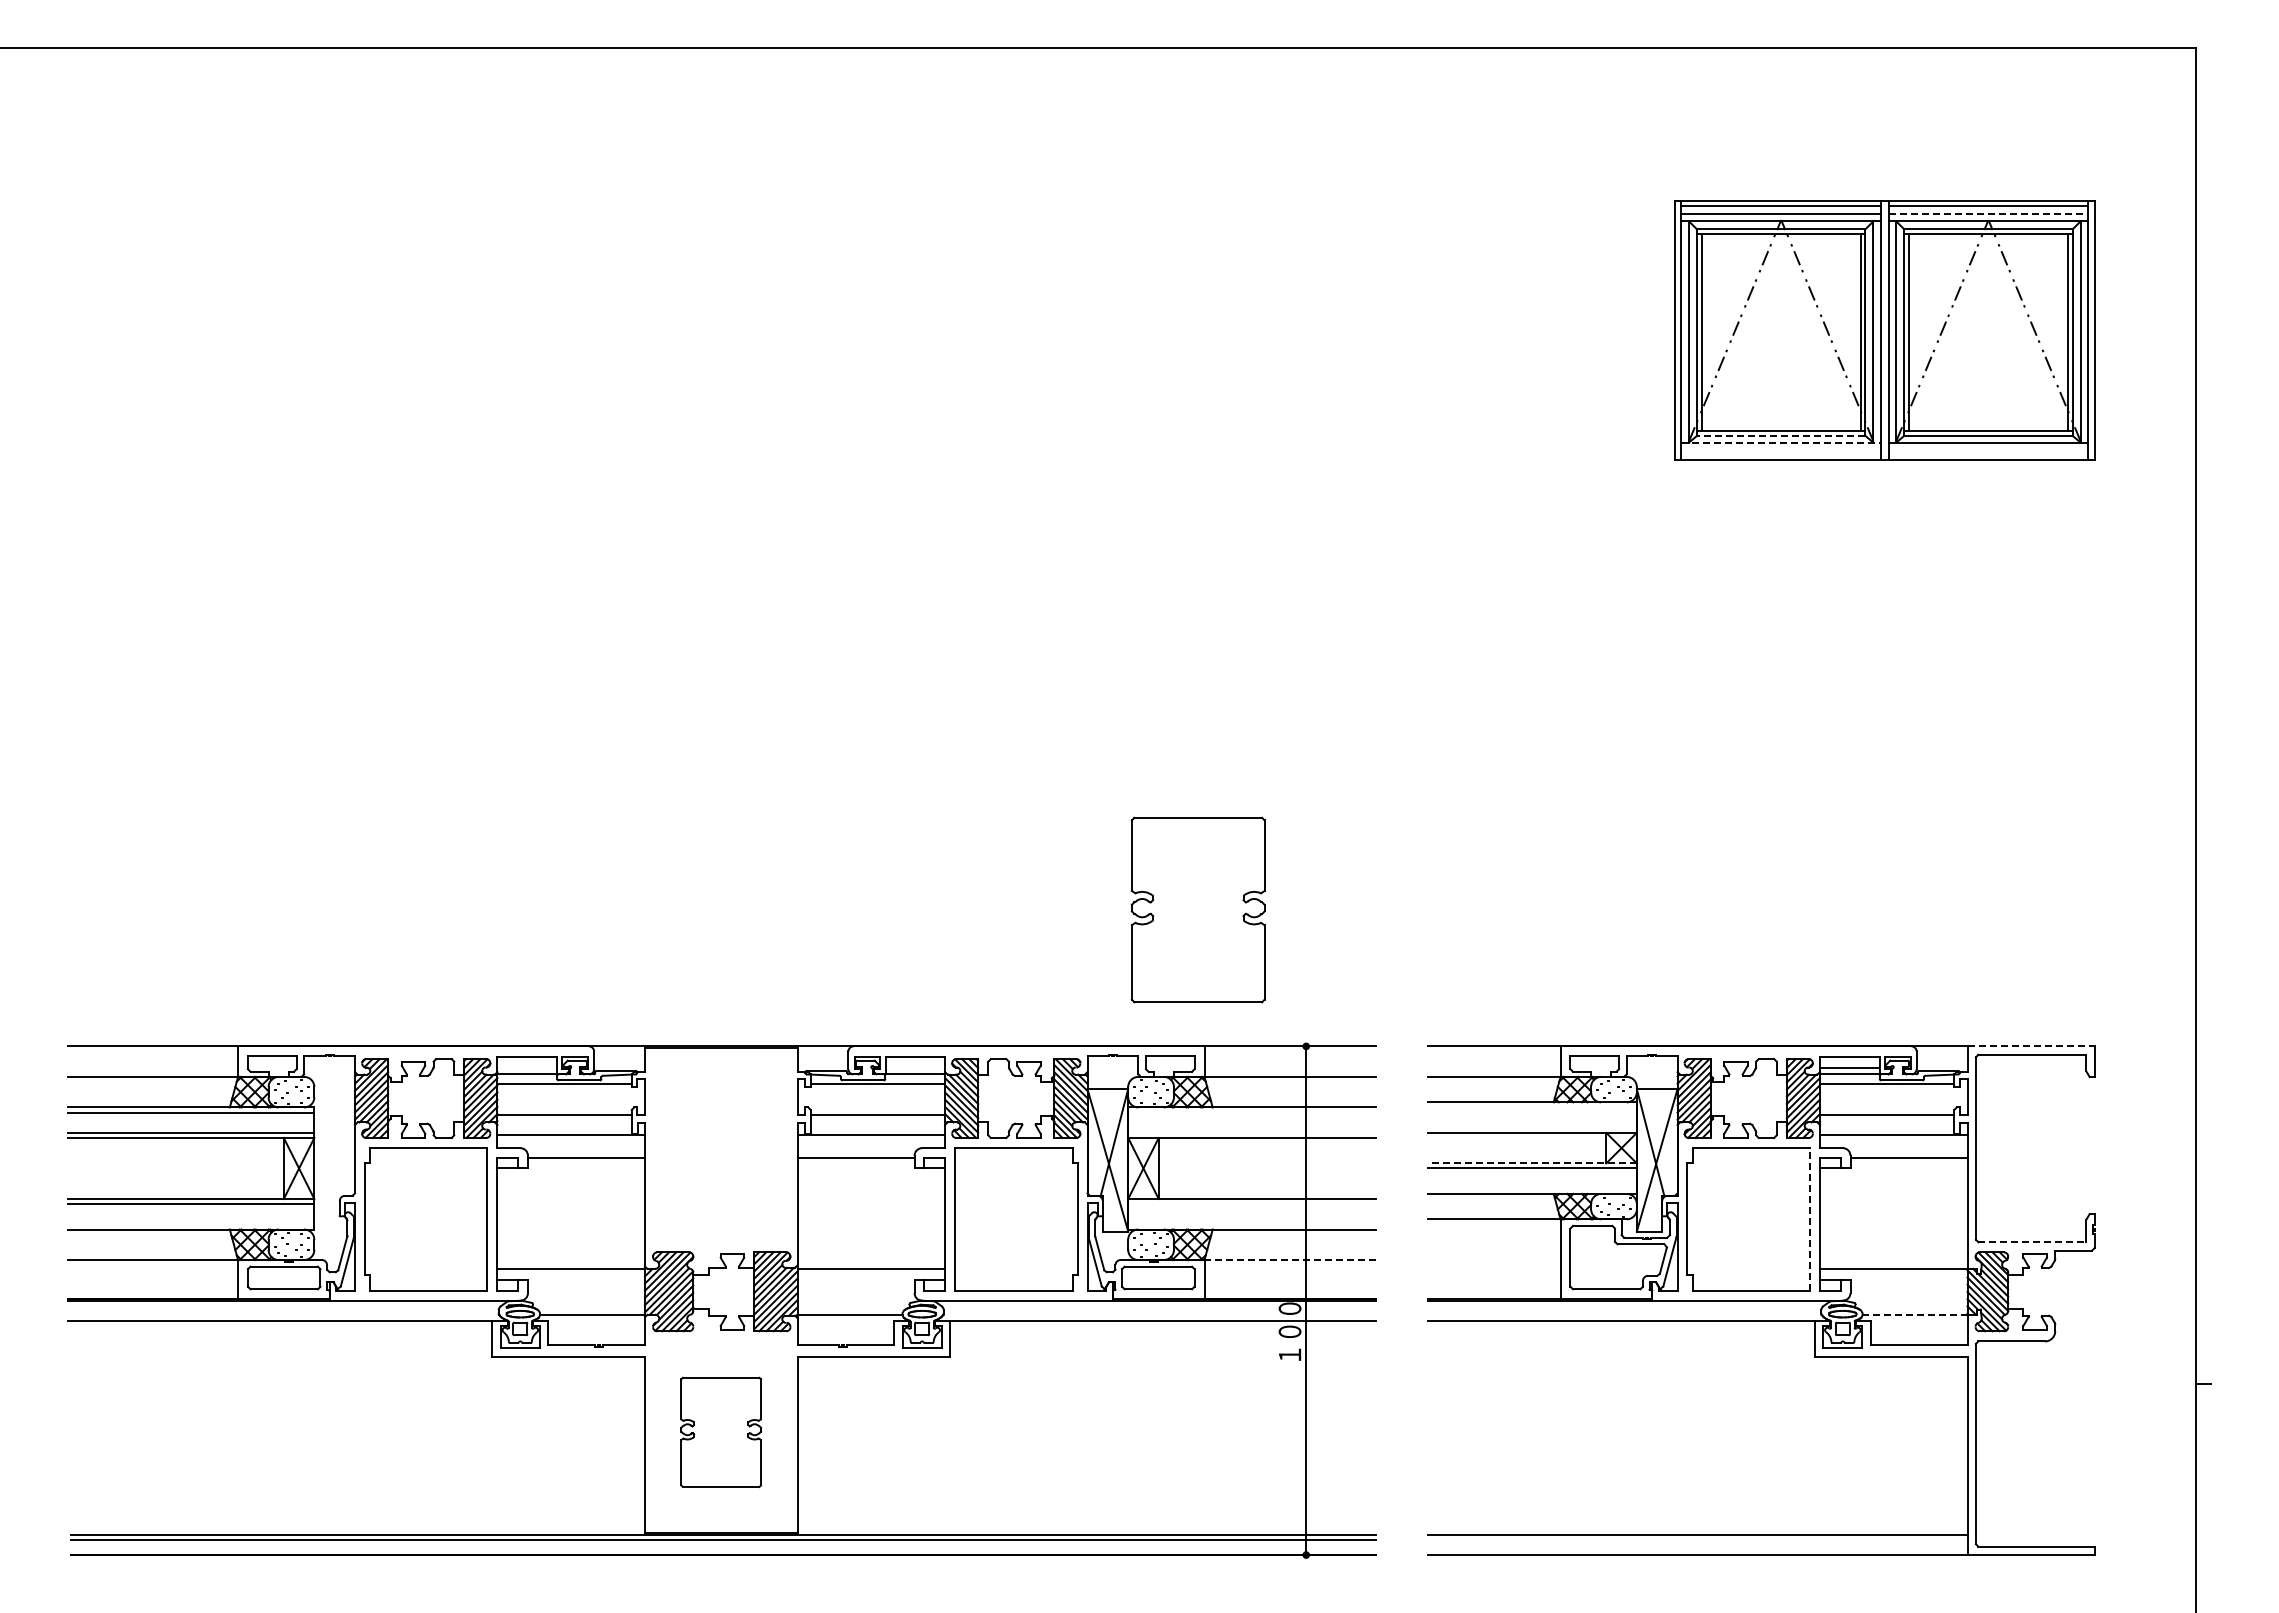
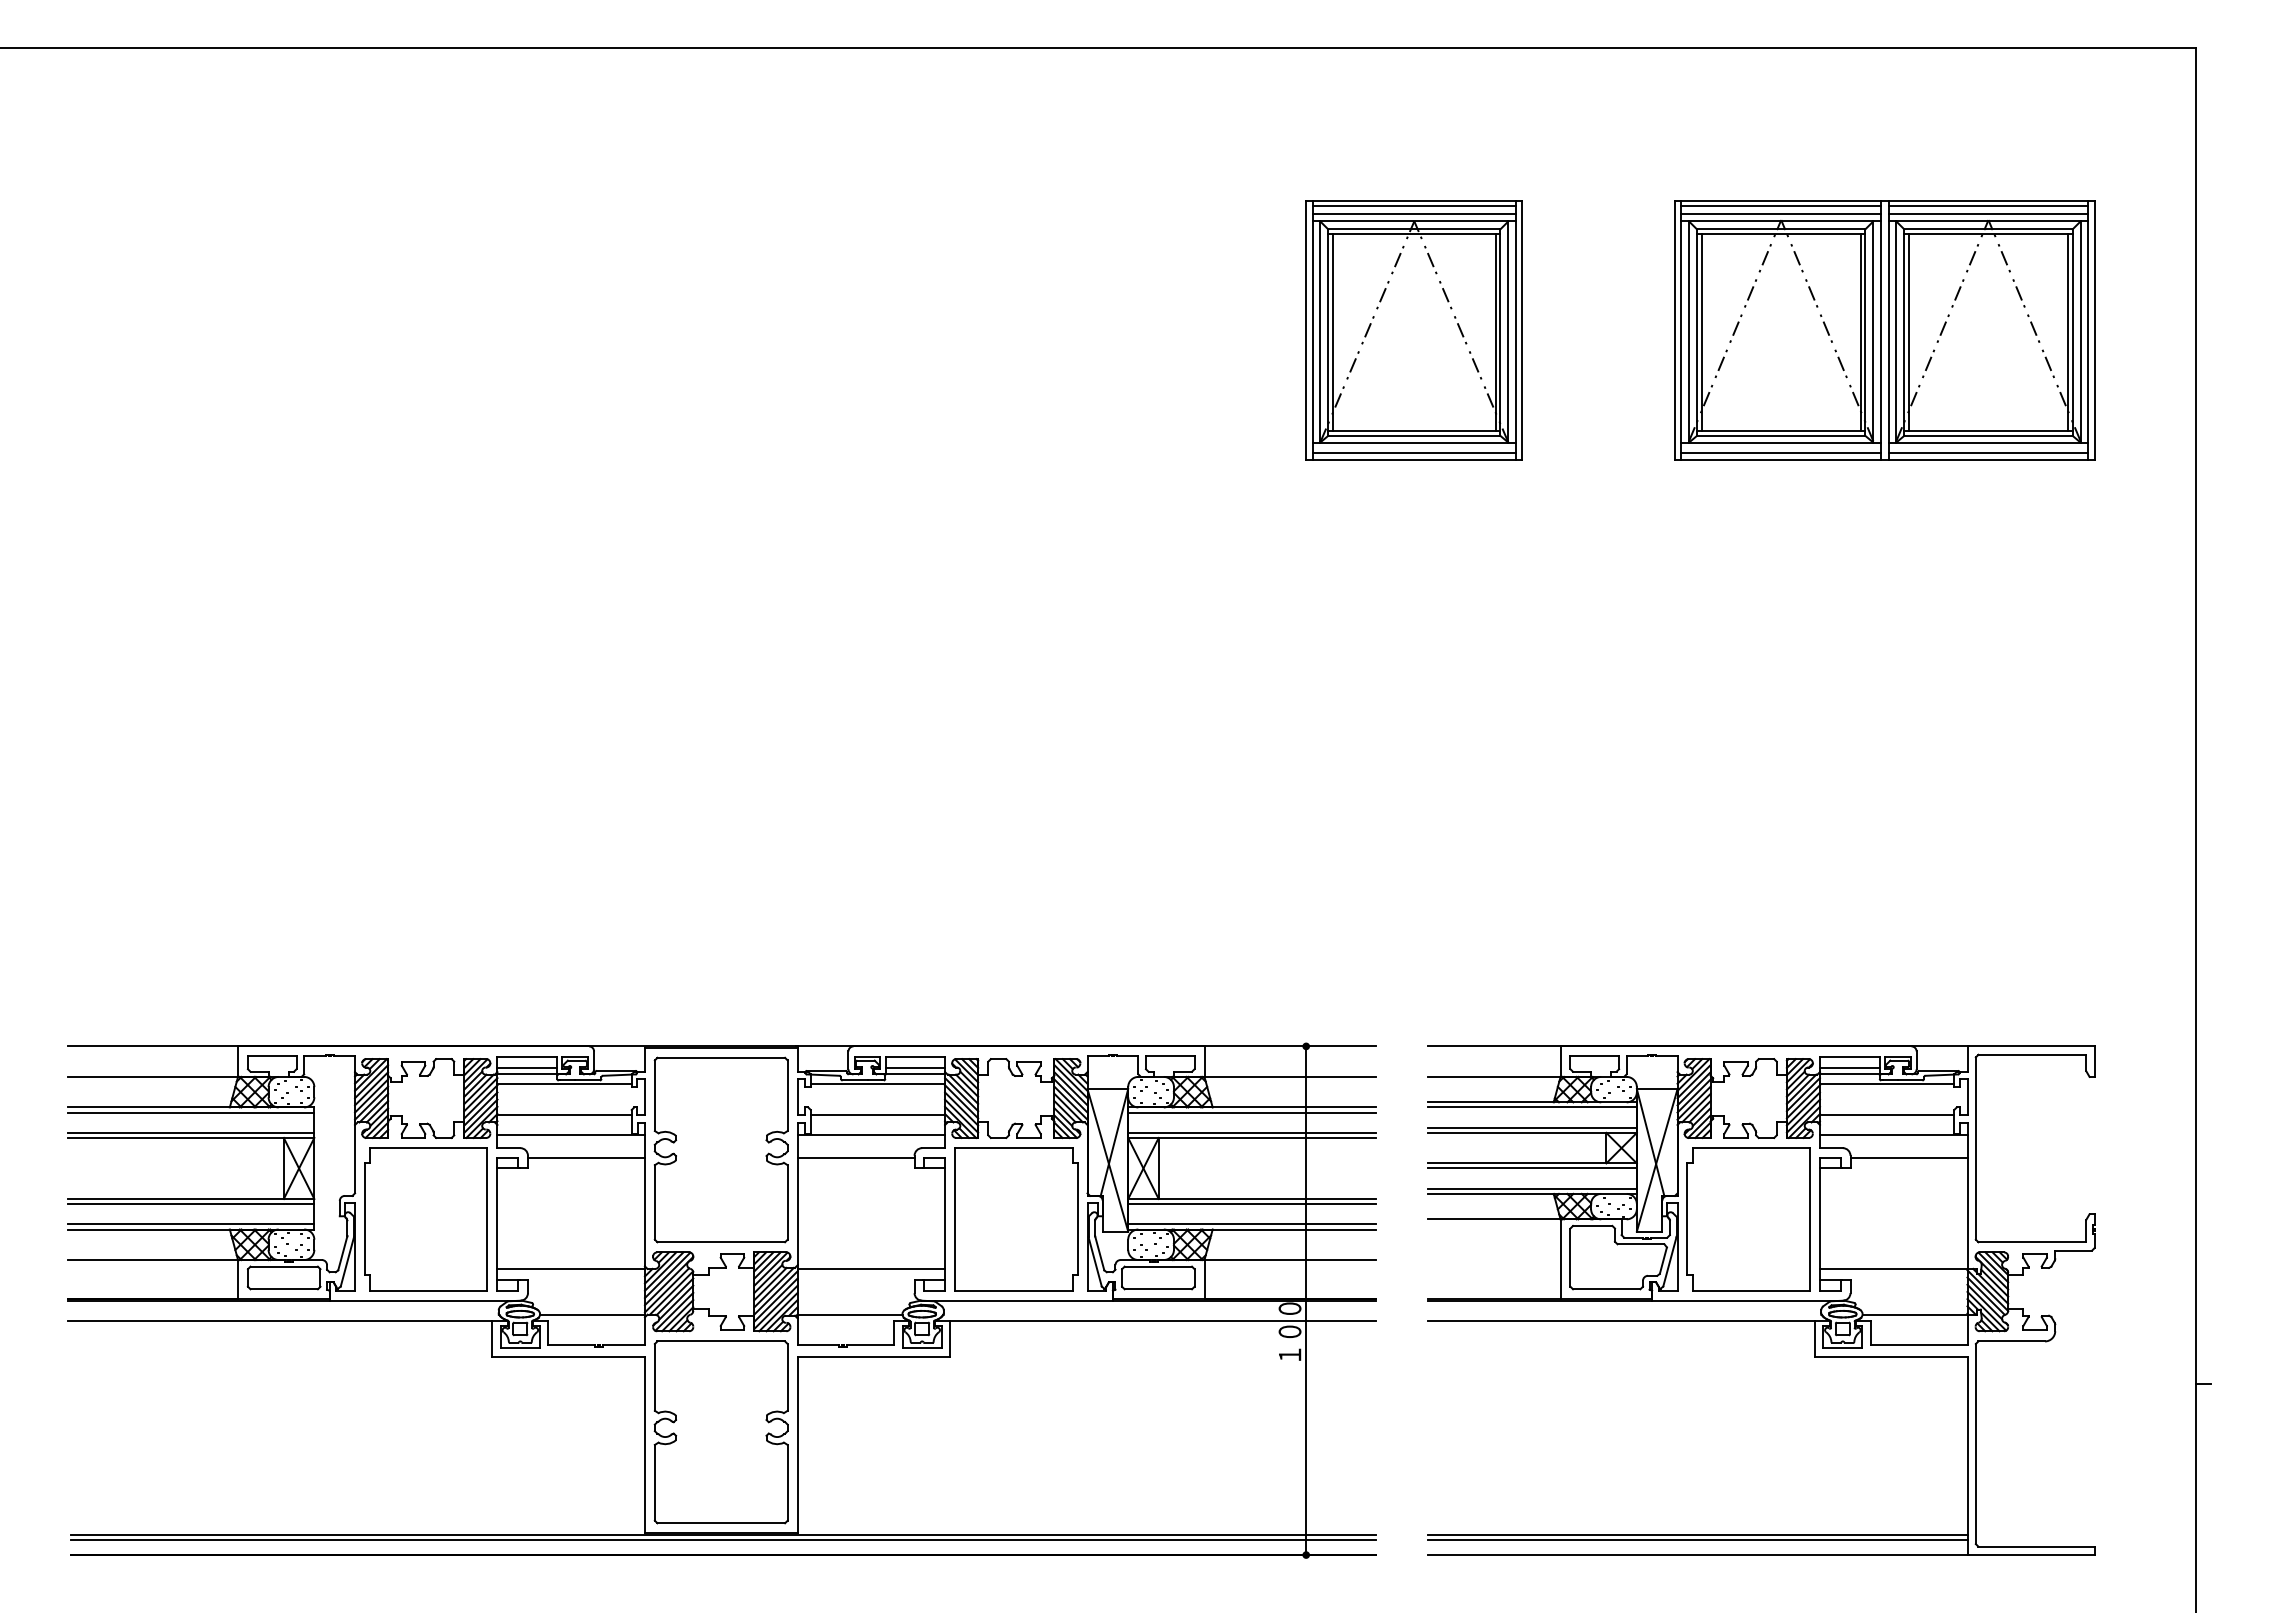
line at (1988, 213): dashed -> solid
part at (1413, 330): none -> present
line at (1780, 435): dashed -> solid
line at (1781, 442): dashed -> solid
line at (1781, 452): none -> present
line at (1988, 452): none -> present
part at (1197, 909) position: (1197, 909) -> (720, 1149)
line at (2031, 1046): dashed -> solid
line at (526, 1067): none -> present
line at (915, 1067): none -> present
line at (1532, 1107): none -> present
line at (1251, 1112): none -> present
line at (1532, 1127): none -> present
line at (1251, 1132): none -> present
line at (1531, 1163): dashed -> solid
line at (1532, 1188): none -> present
line at (1251, 1204): none -> present
line at (1809, 1218): dashed -> solid
line at (191, 1224): none -> present
line at (1251, 1224): none -> present
line at (2032, 1242): dashed -> solid
line at (1290, 1260): dashed -> solid
line at (1914, 1314): dashed -> solid
part at (721, 1431) size: 83x112 px -> 136x185 px
line at (1697, 1539): none -> present
